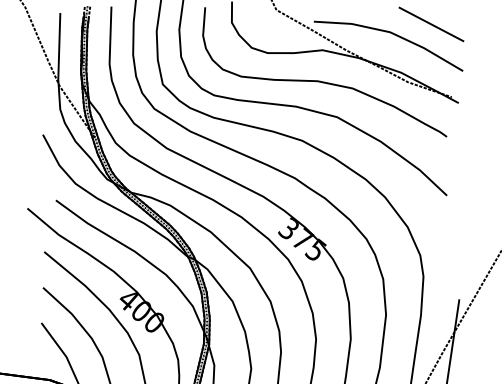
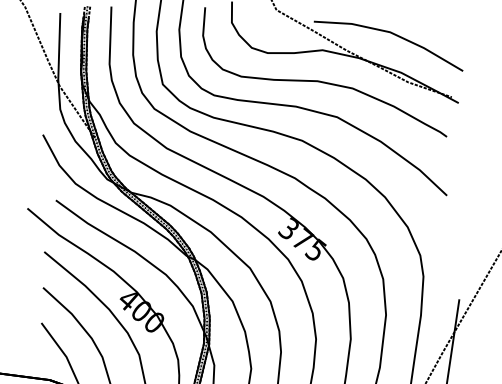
line at (431, 24): present -> none
